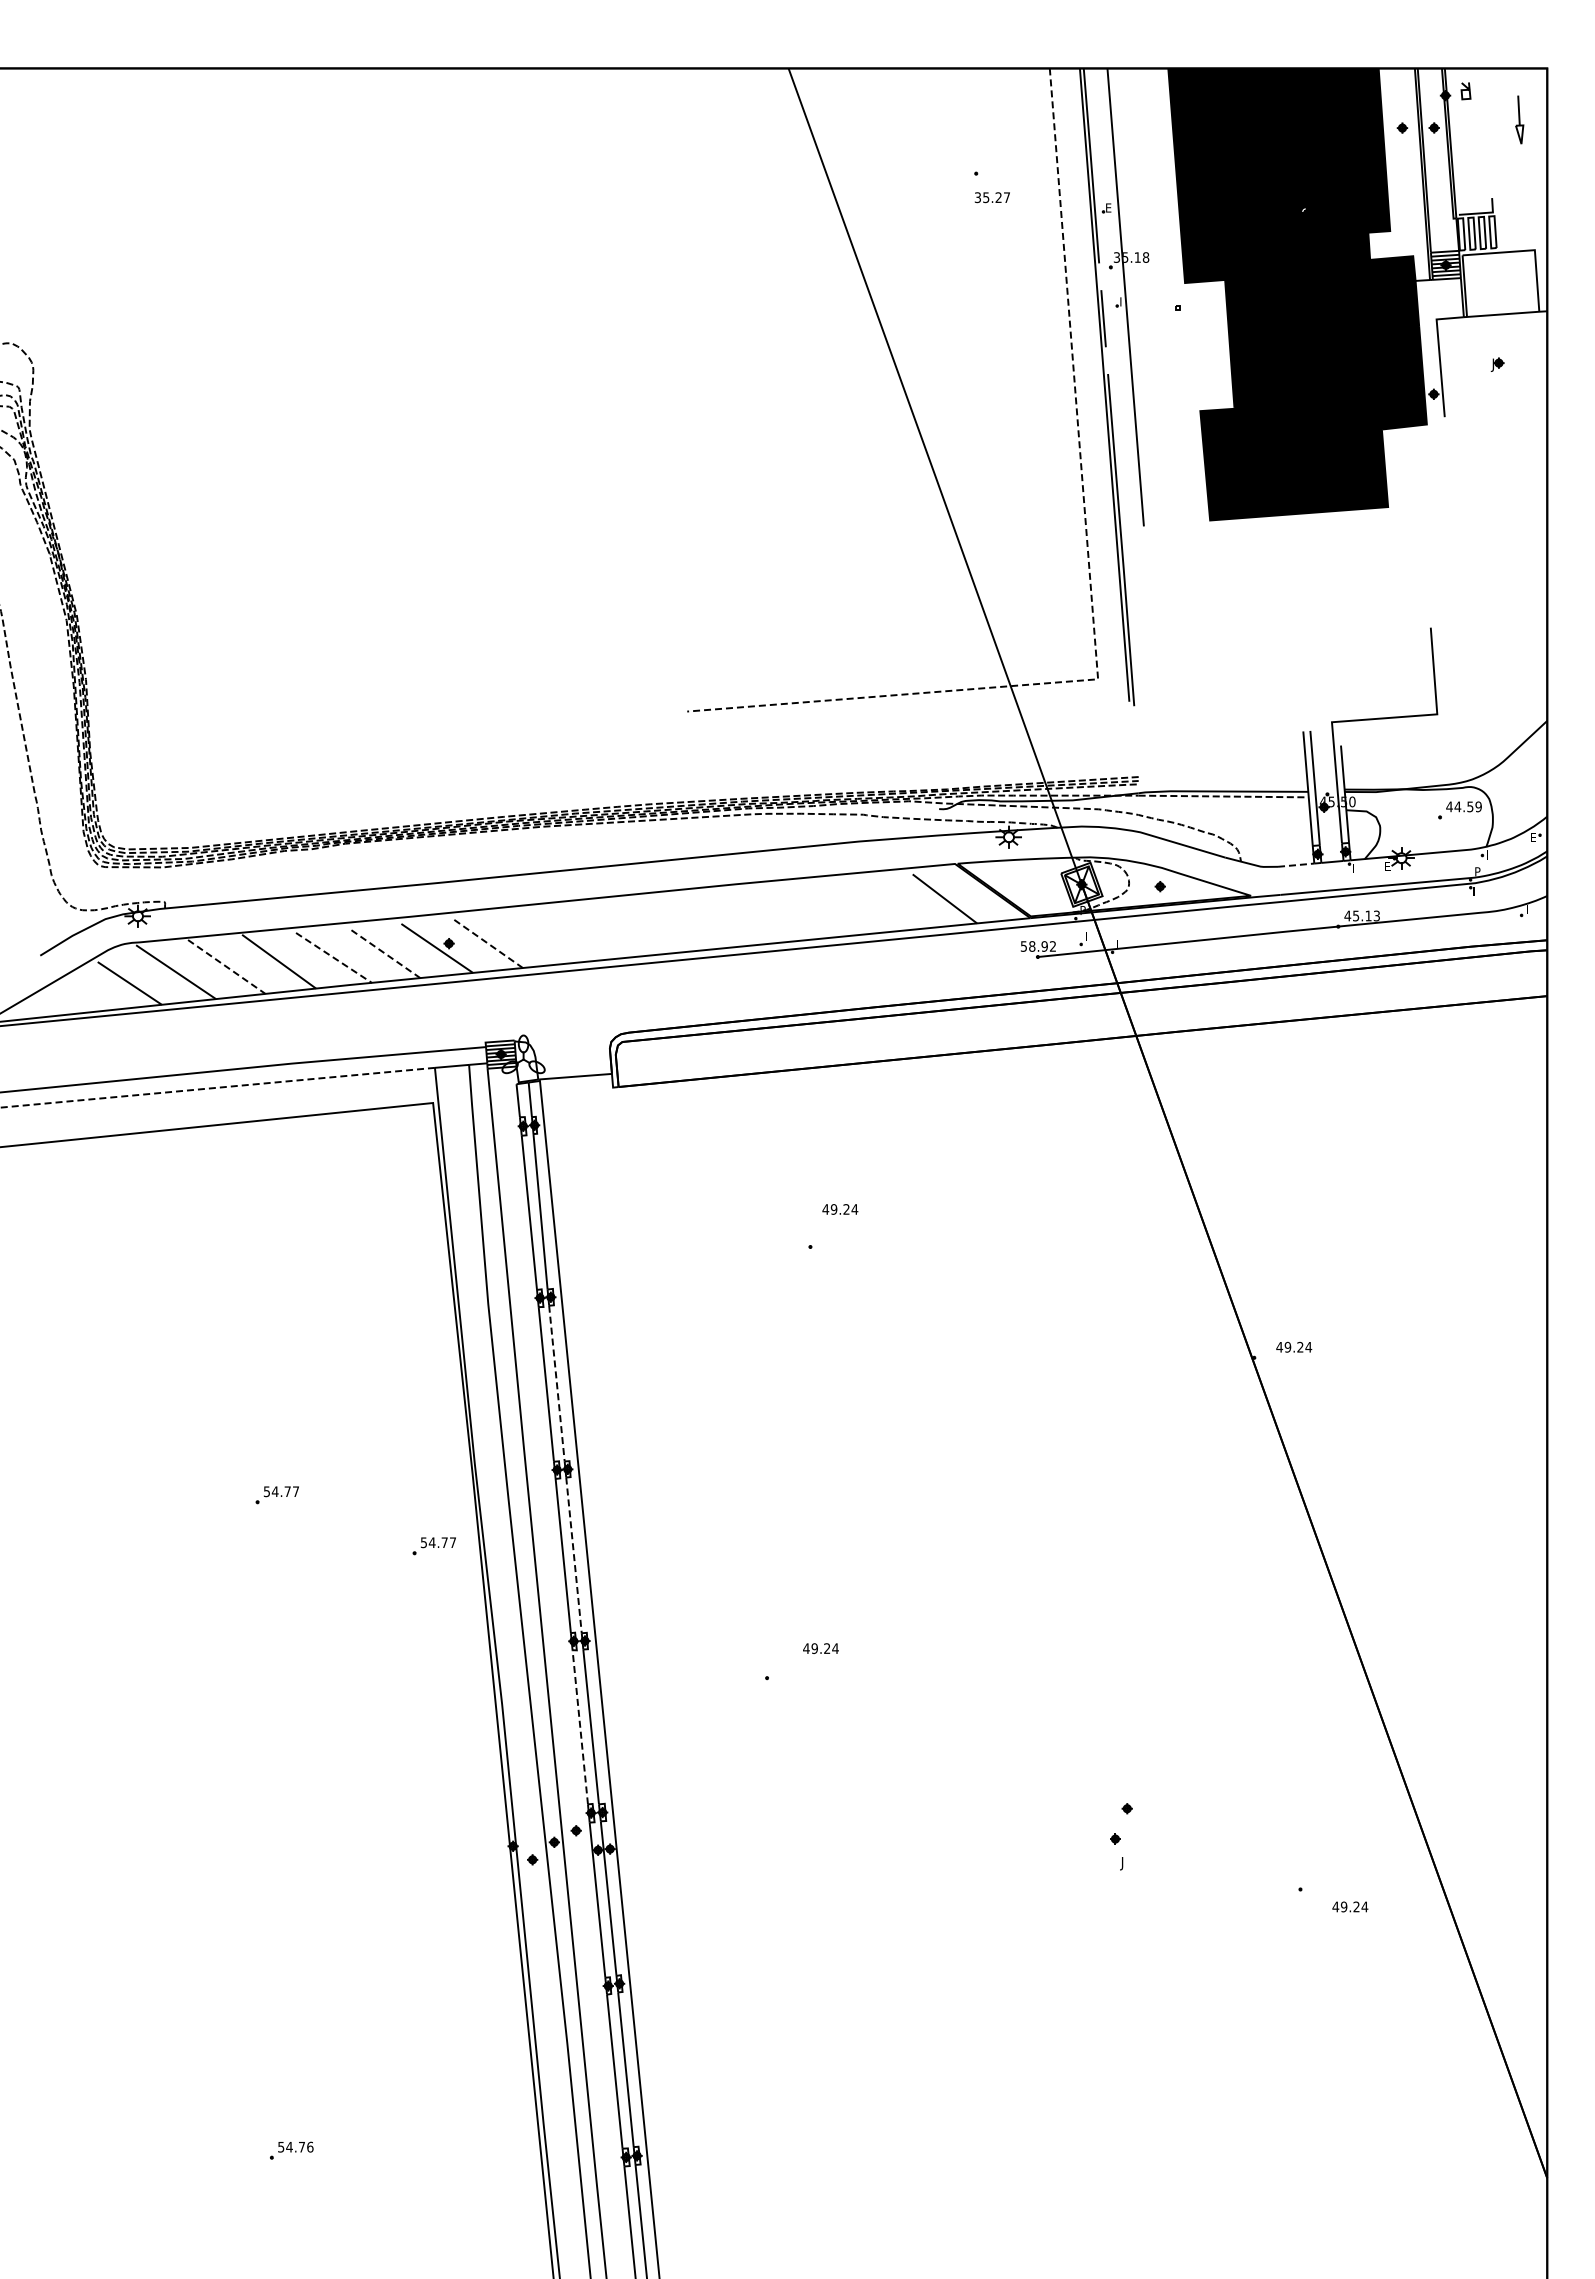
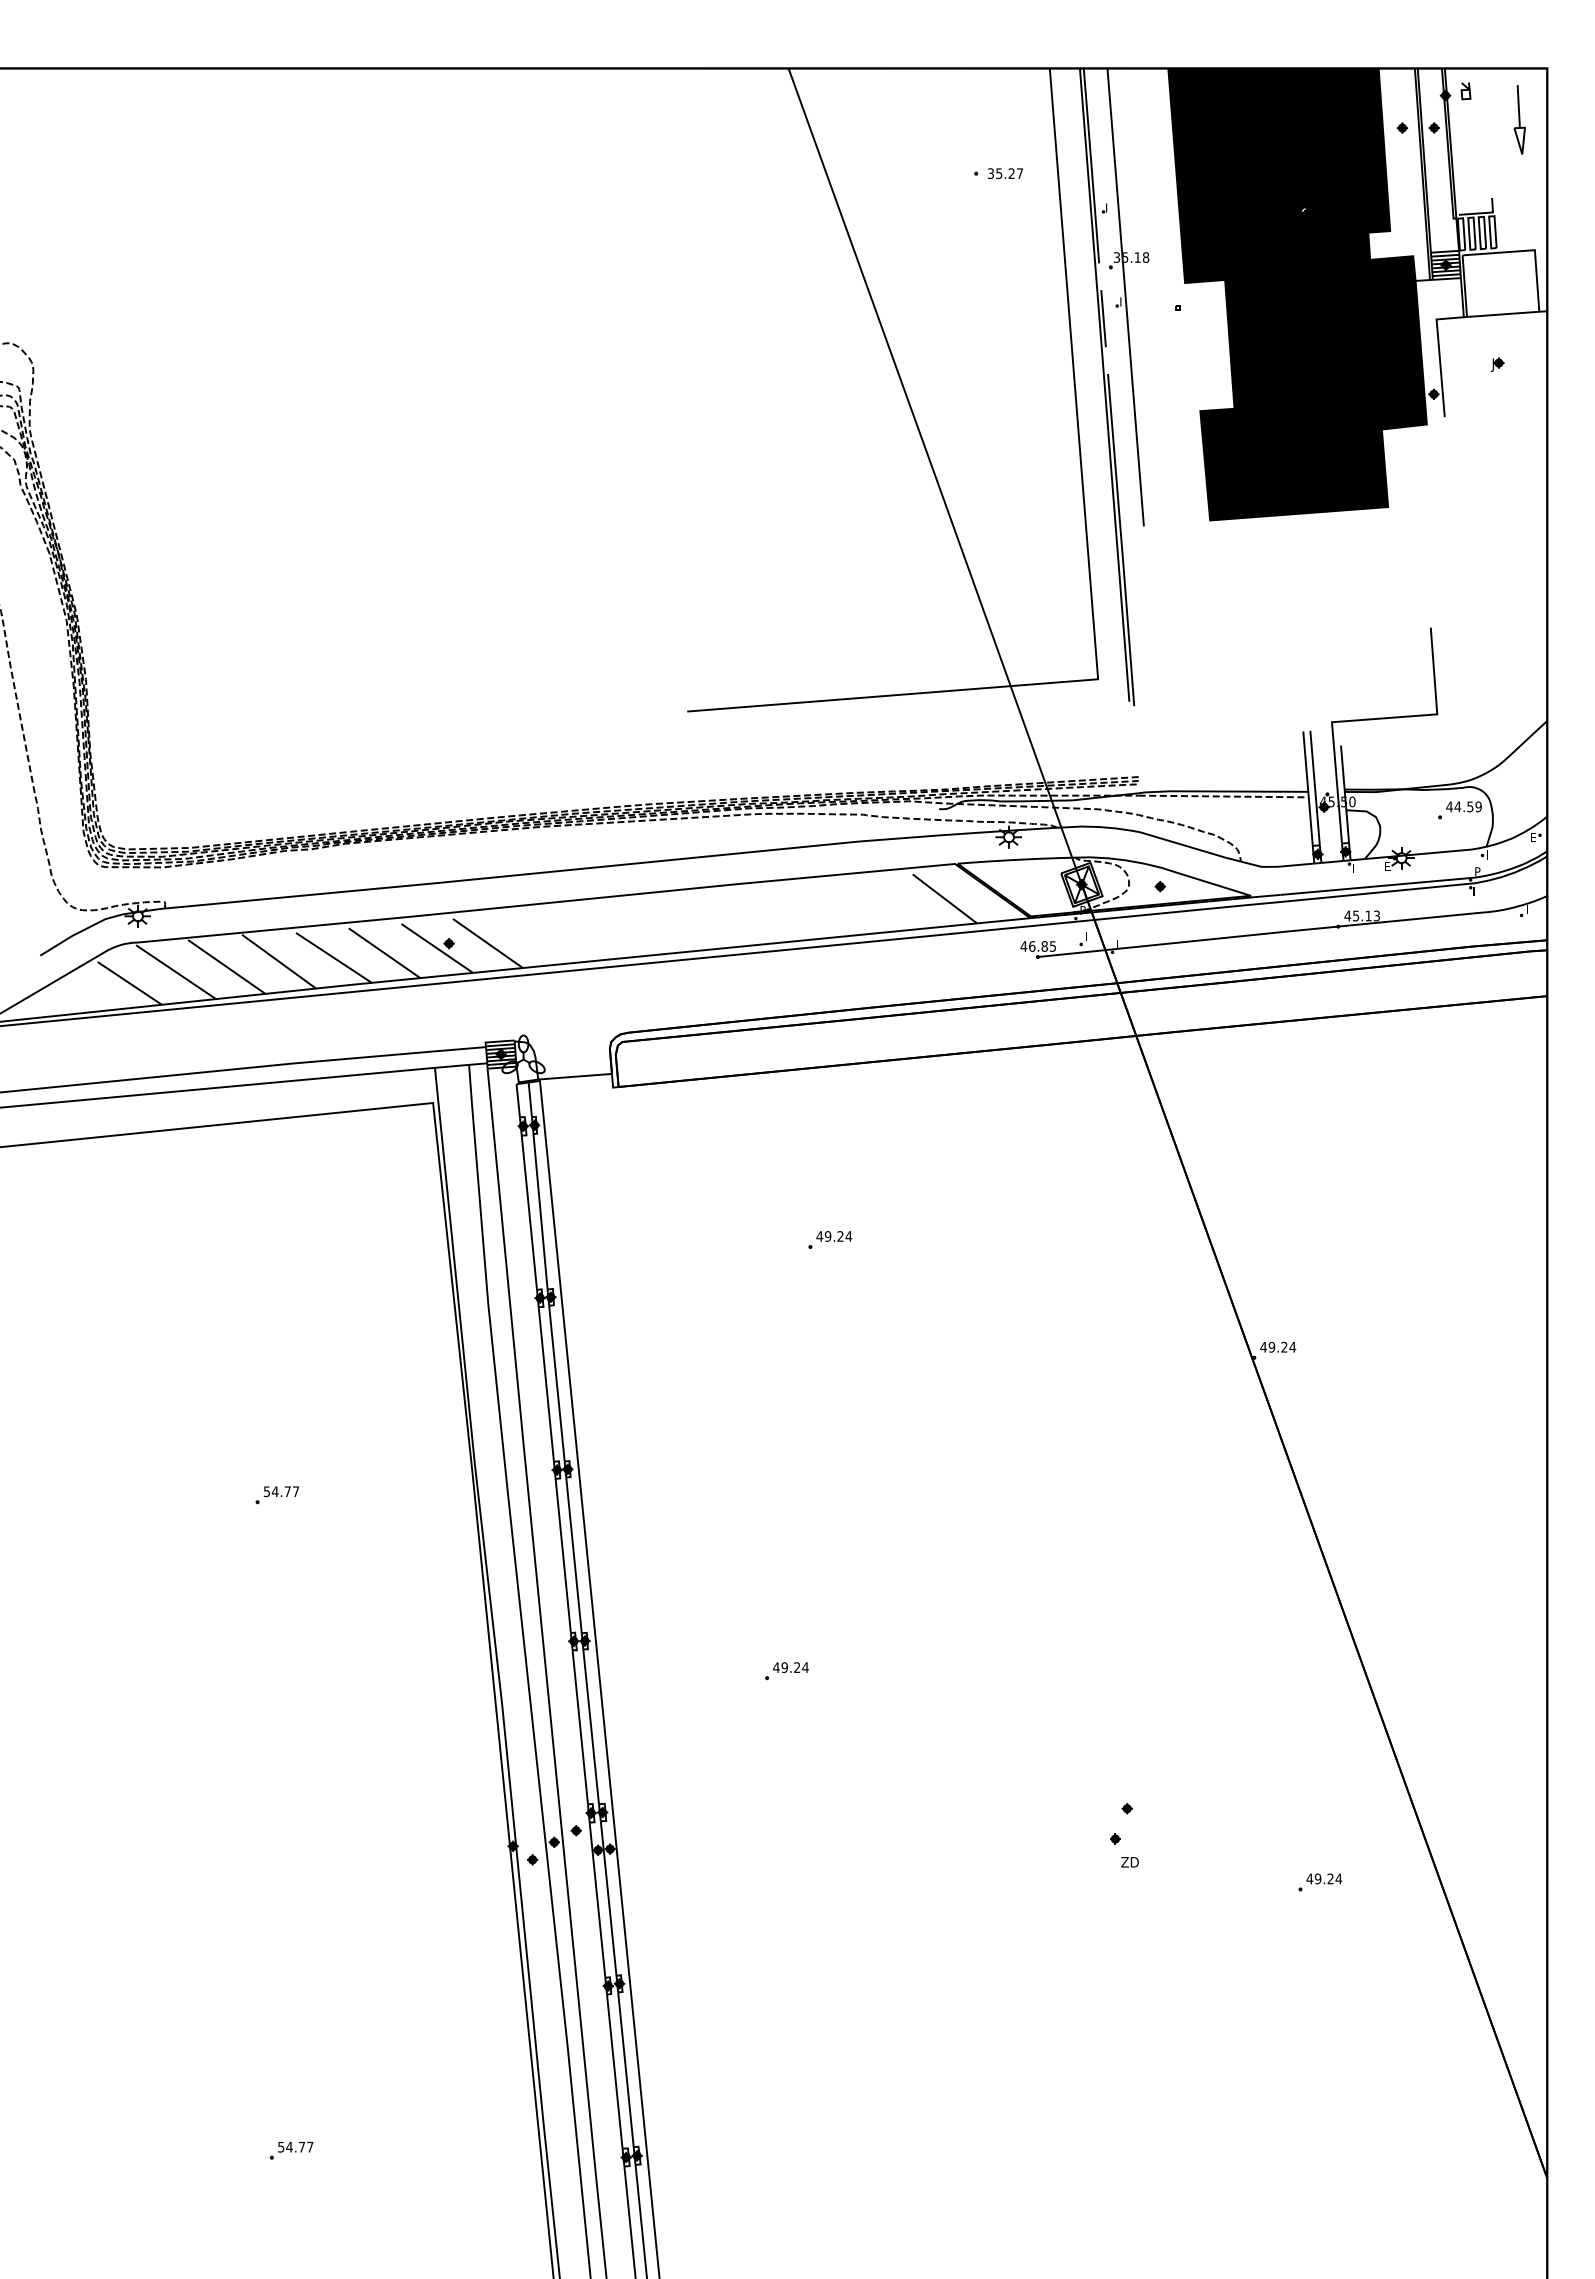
part at (1519, 119) size: 10x50 px -> 13x70 px
text at (991, 197) position: (991, 197) -> (1004, 173)
text at (1109, 207): E -> I
line at (1090, 580): dashed -> solid
line at (1296, 865): dashed -> solid
line at (488, 943): dashed -> solid
text at (1037, 946): 58.92 -> 46.85
line at (384, 953): dashed -> solid
line at (334, 958): dashed -> solid
line at (227, 967): dashed -> solid
line at (217, 1087): dashed -> solid
text at (840, 1209) position: (840, 1209) -> (834, 1236)
text at (1294, 1346) position: (1294, 1346) -> (1278, 1346)
line at (556, 1384): dashed -> solid
part at (433, 1546): present -> none
line at (574, 1555): dashed -> solid
text at (820, 1648) position: (820, 1648) -> (790, 1667)
line at (580, 1726): dashed -> solid
text at (1129, 1863): J -> ZD
text at (1350, 1906) position: (1350, 1906) -> (1324, 1878)
text at (310, 2146): 54.76 -> 54.77
